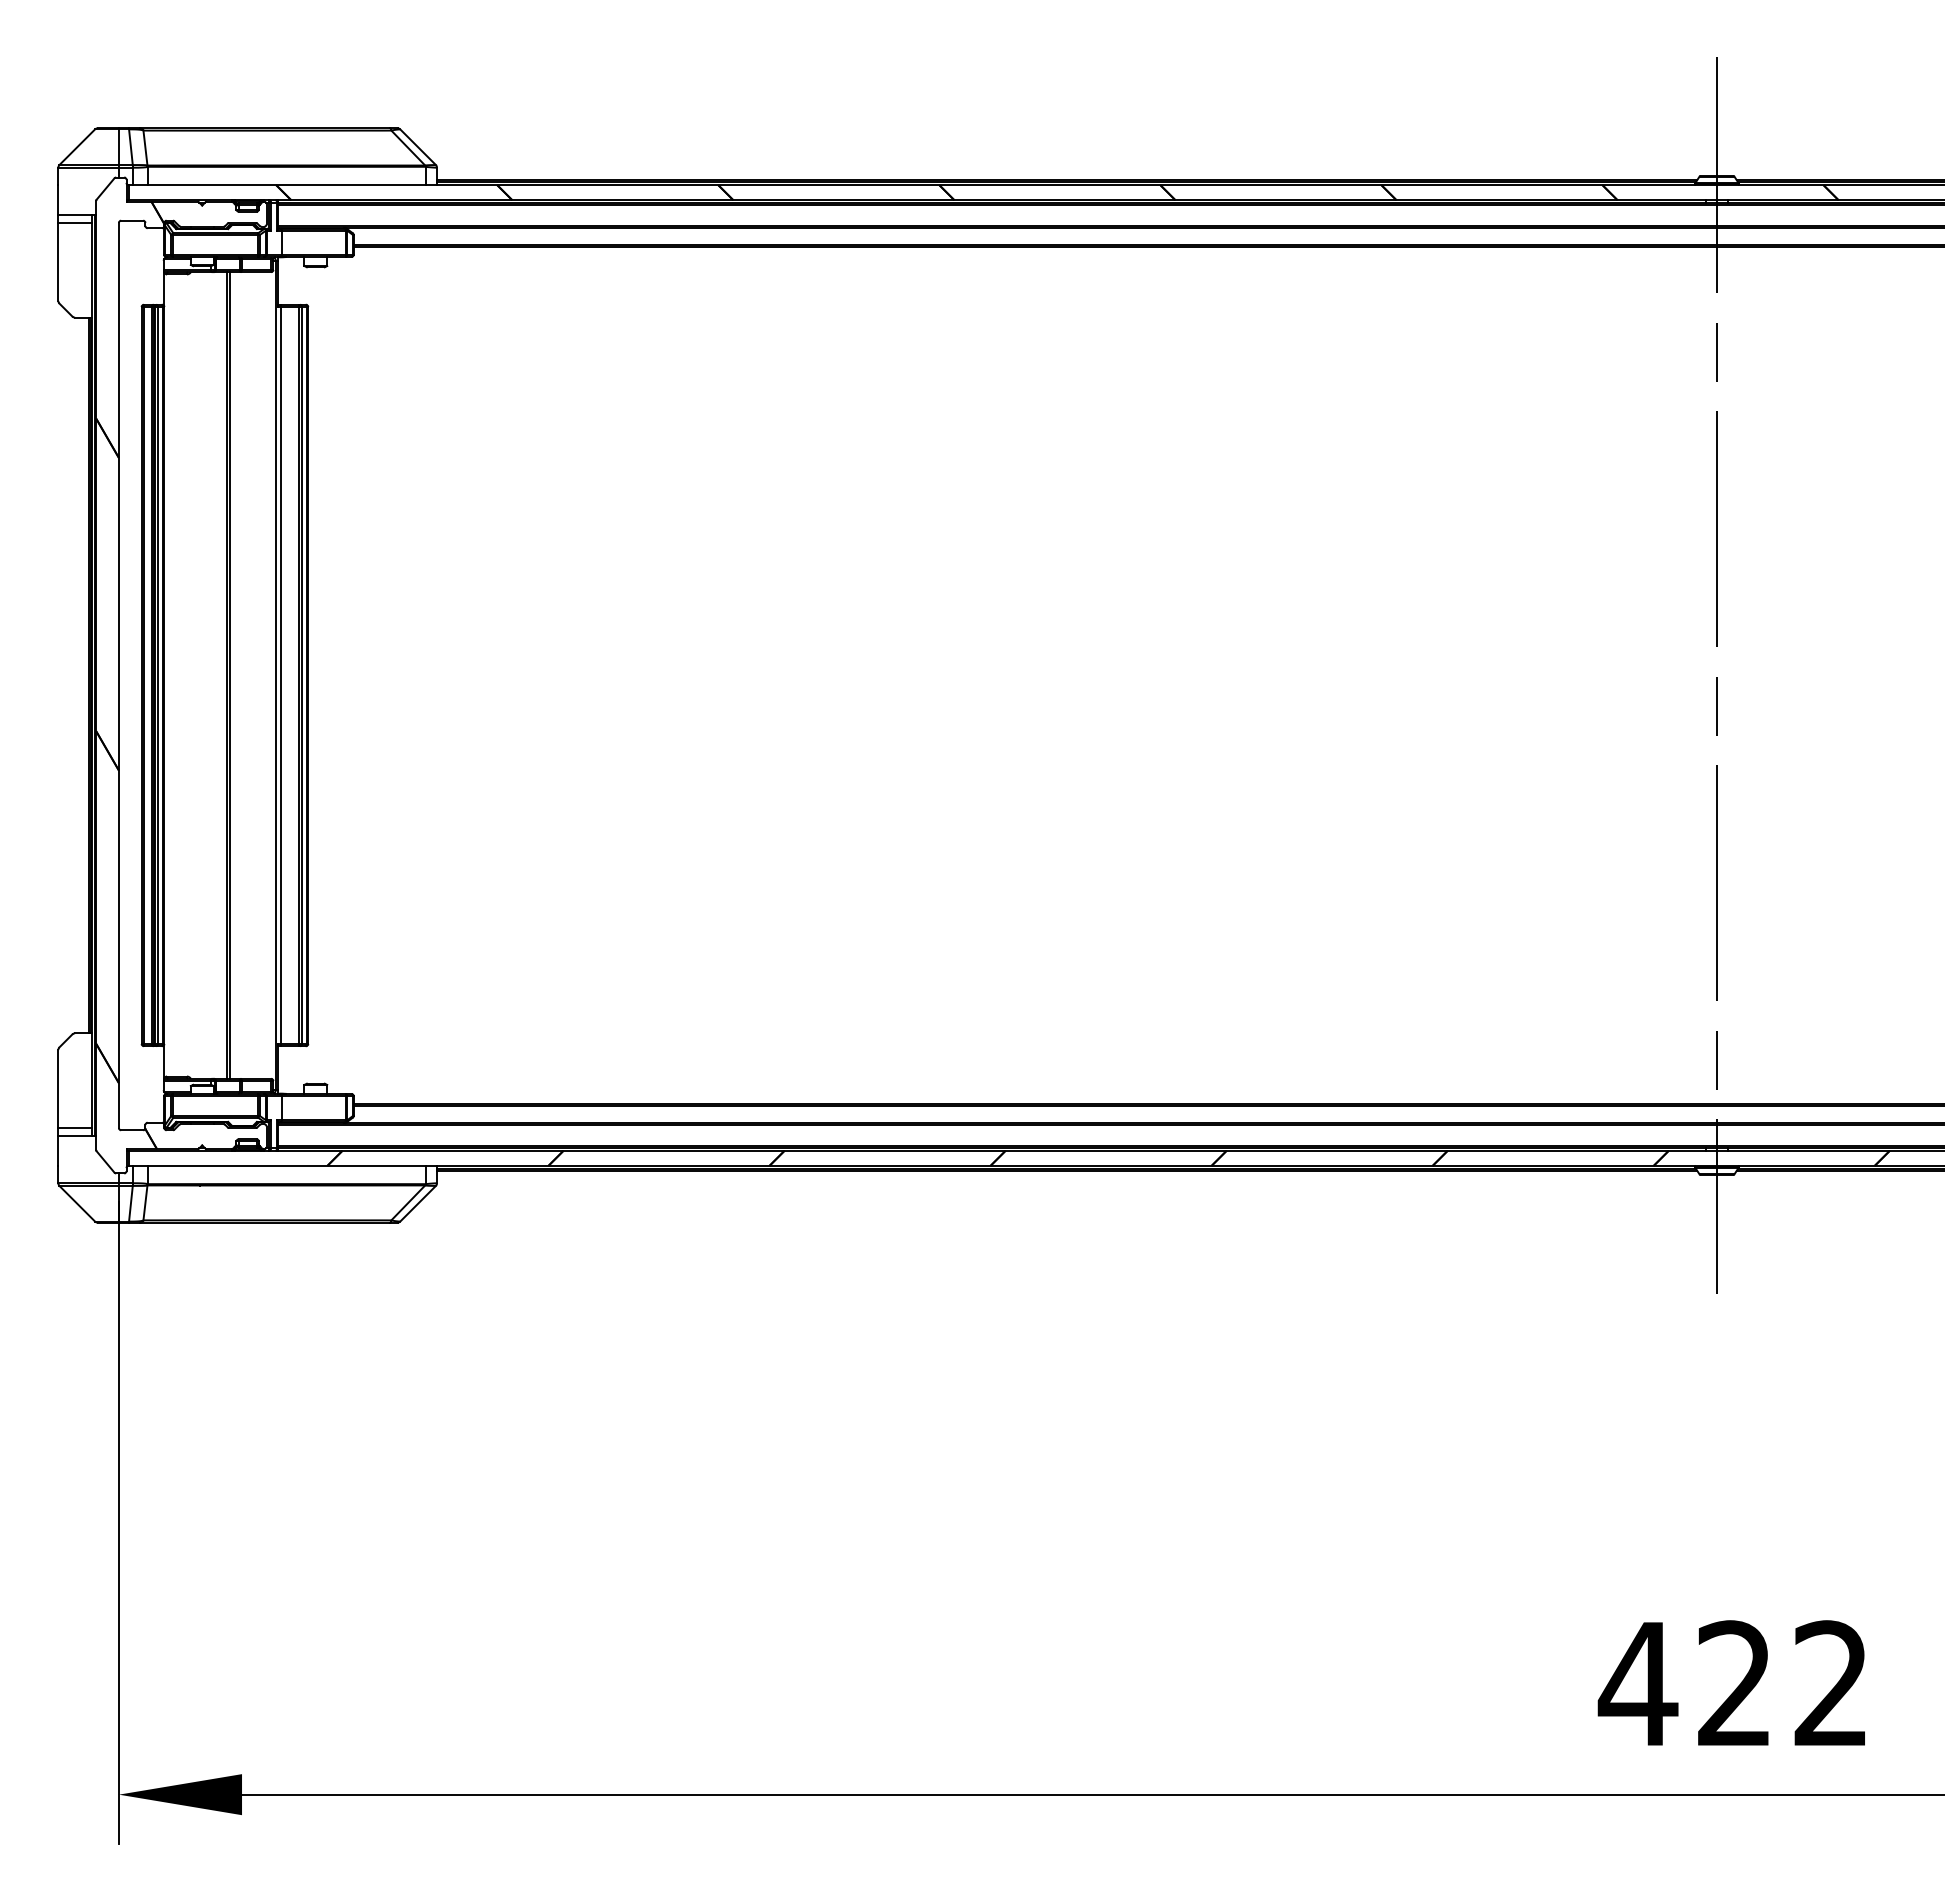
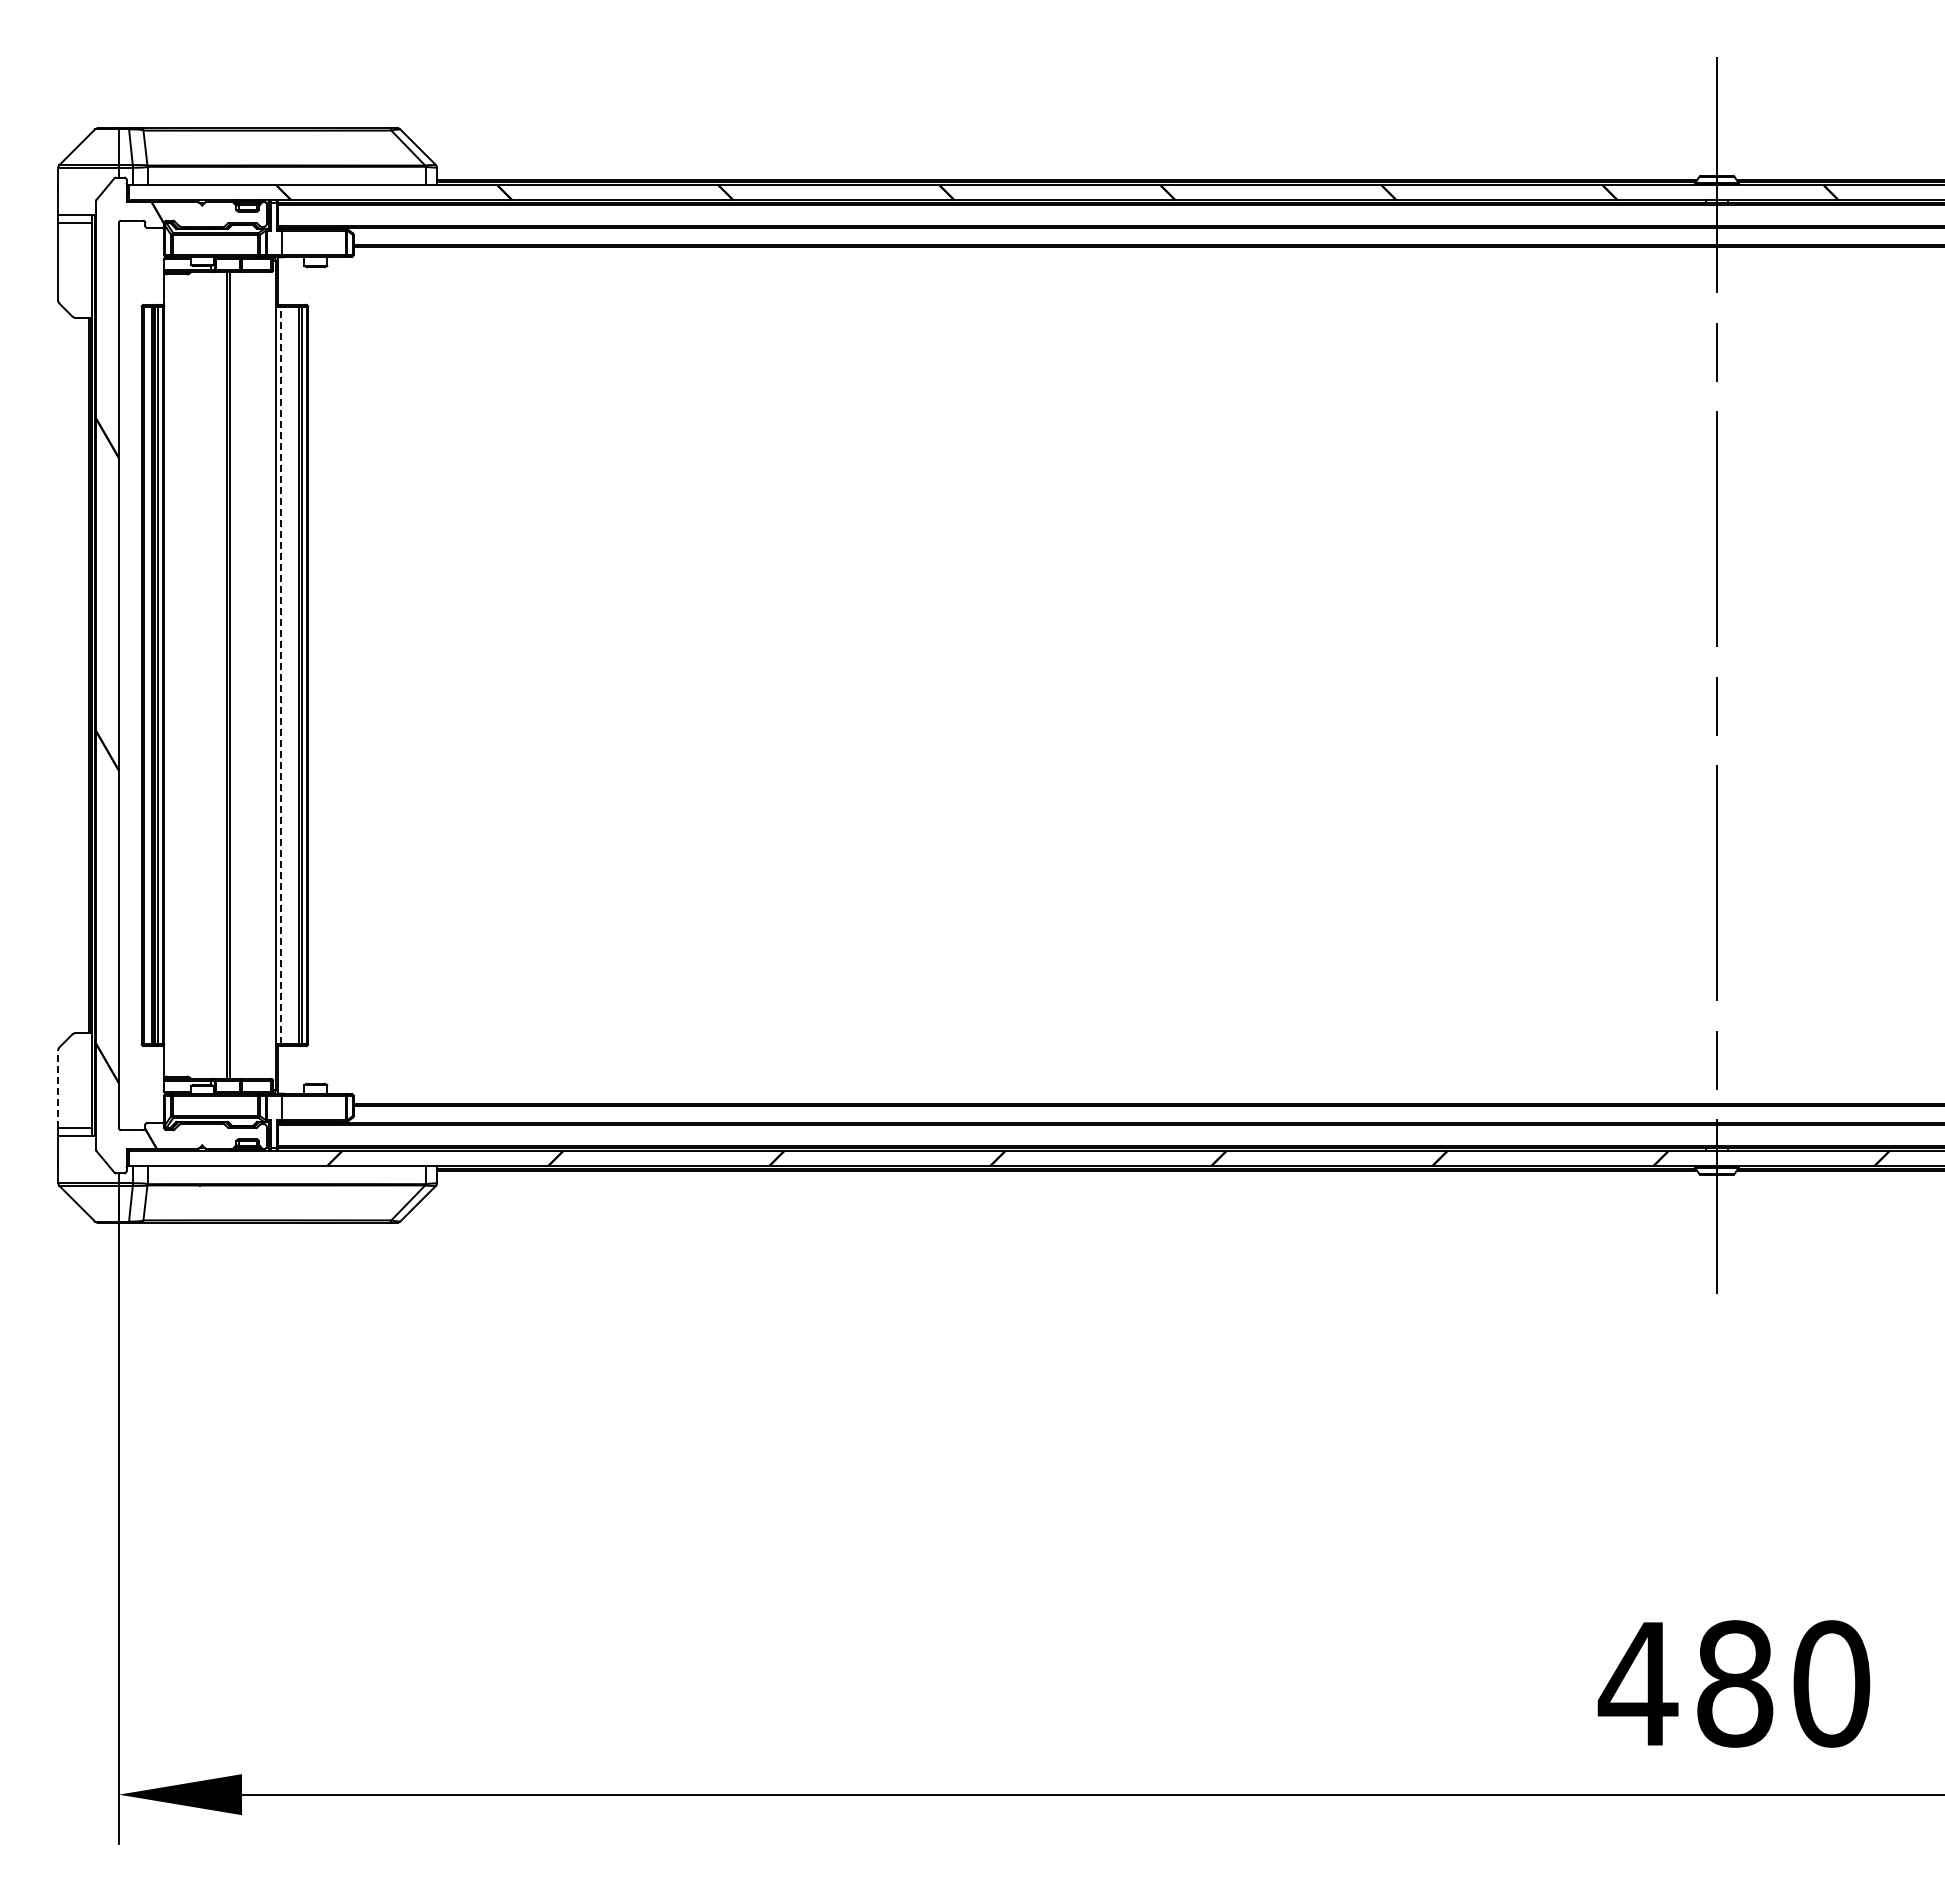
line at (281, 674): solid -> dashed
line at (58, 1089): solid -> dashed
text at (1783, 1683): 422 -> 480
